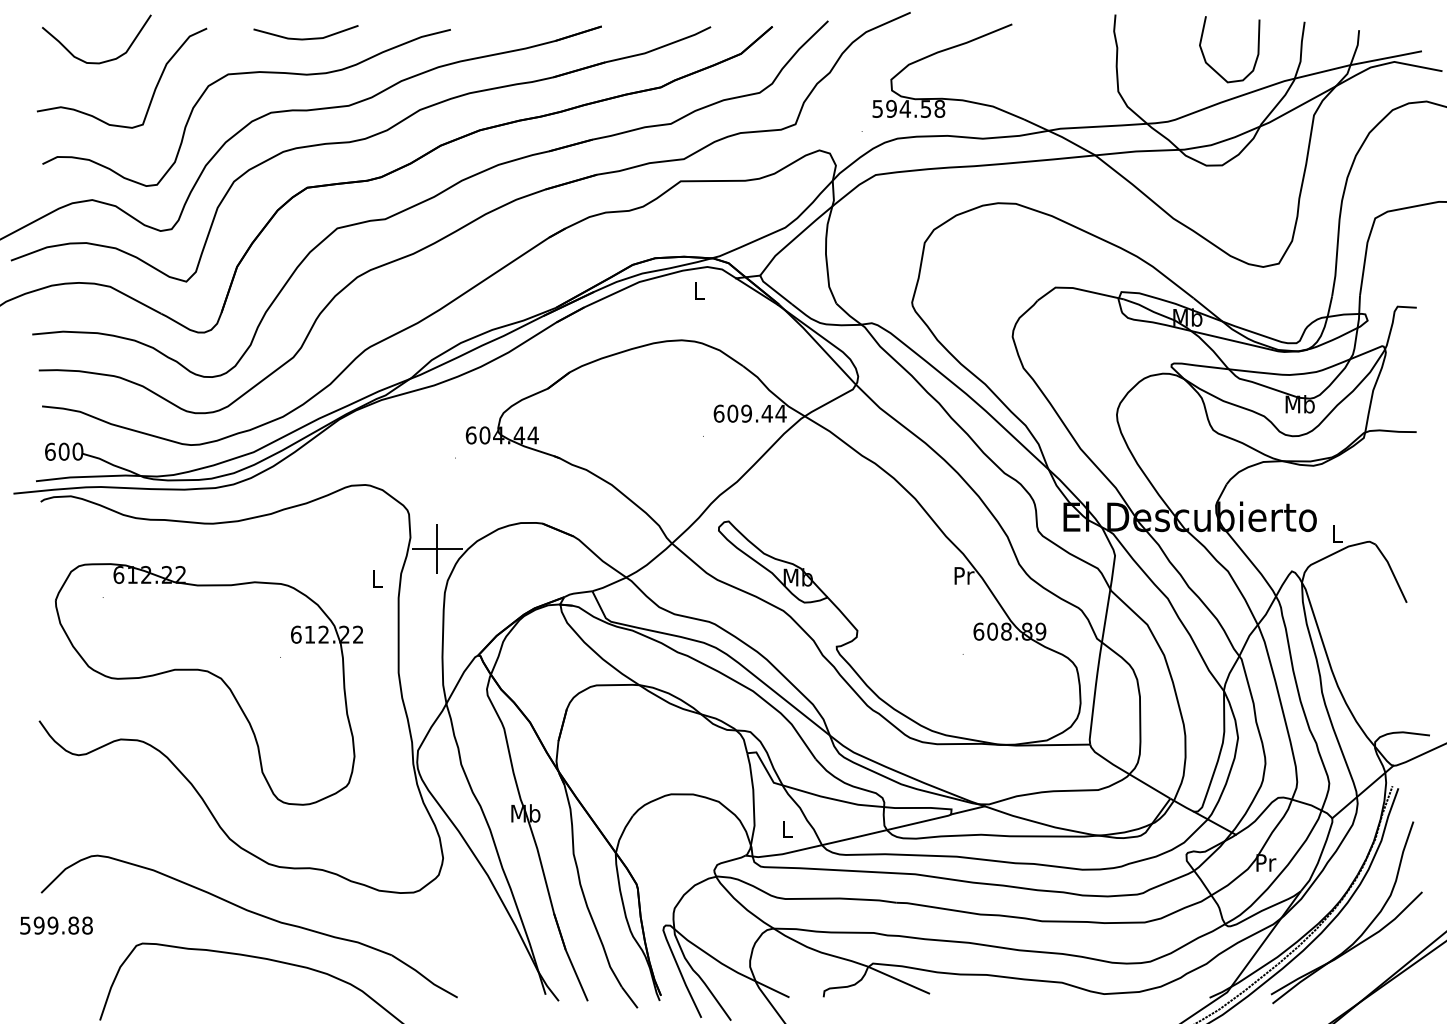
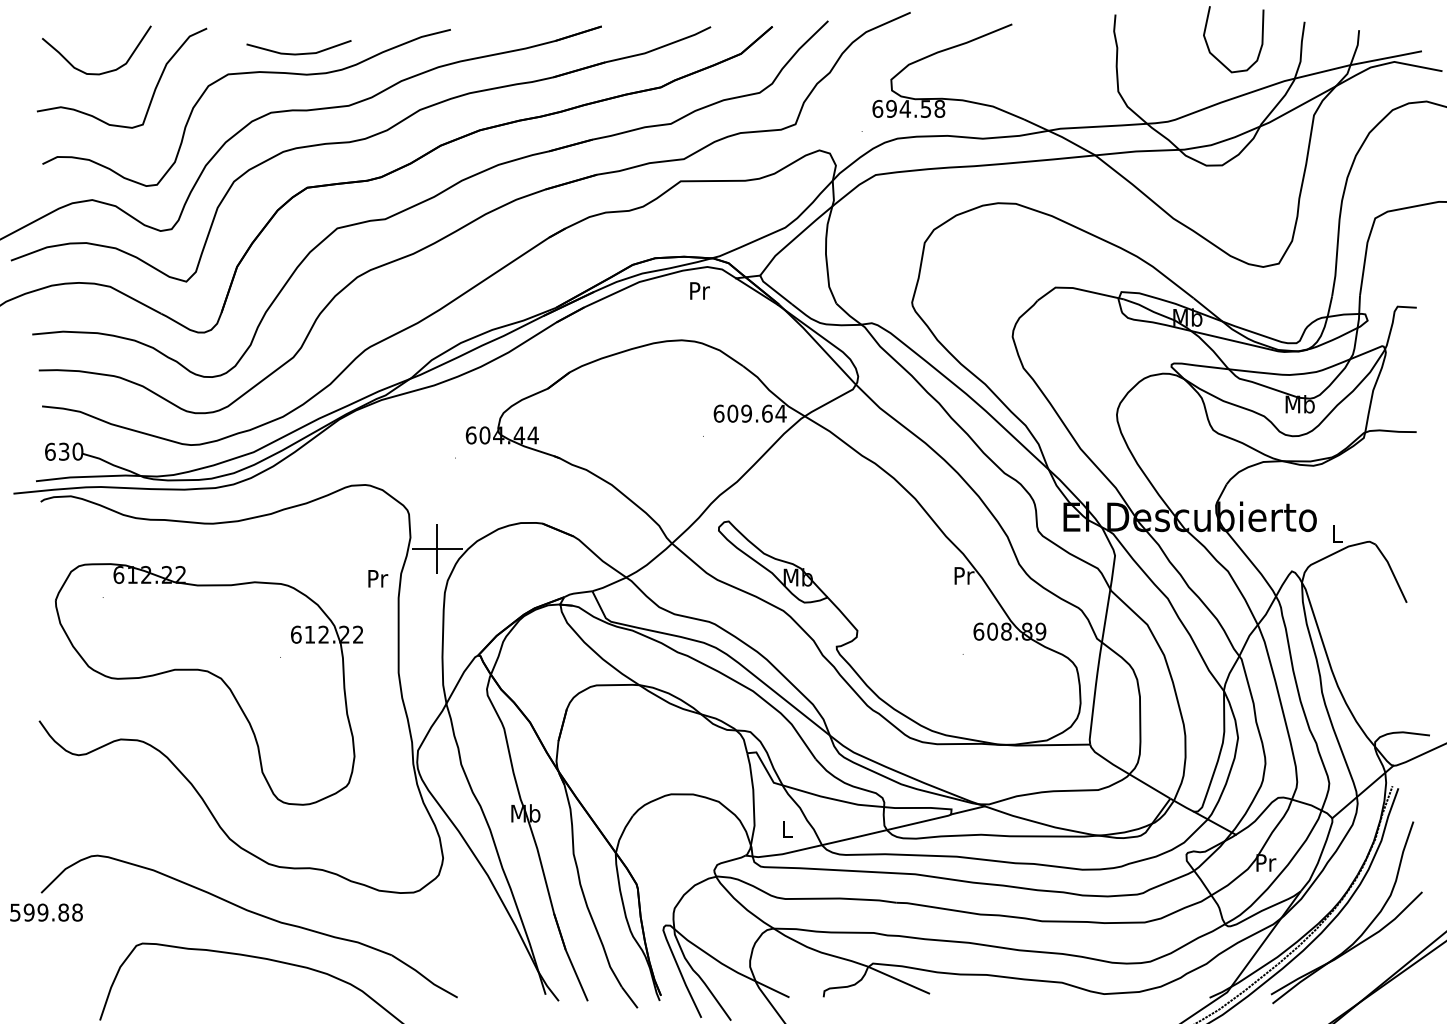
line at (305, 38) position: (305, 38) -> (298, 53)
curve at (101, 61) position: (101, 61) -> (101, 72)
curve at (1216, 70) position: (1216, 70) -> (1220, 60)
text at (877, 108): 594.58 -> 694.58
text at (699, 290): L -> Pr
text at (766, 413): 609.44 -> 609.64
text at (63, 451): 600 -> 630
text at (378, 578): L -> Pr
text at (56, 925) position: (56, 925) -> (46, 912)
